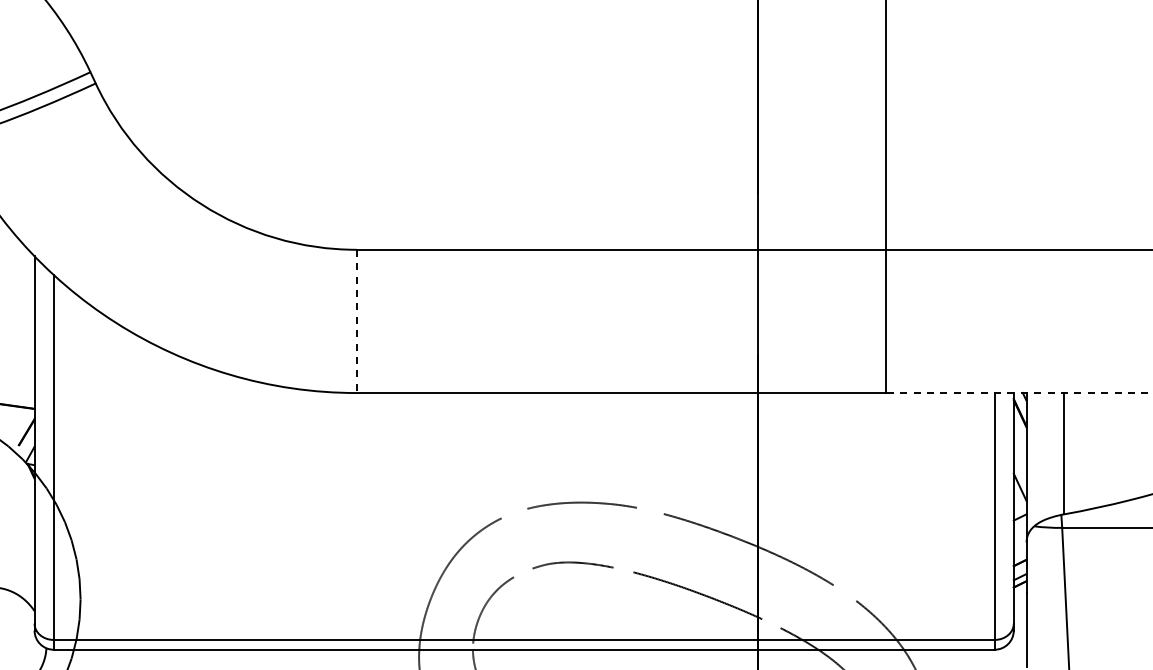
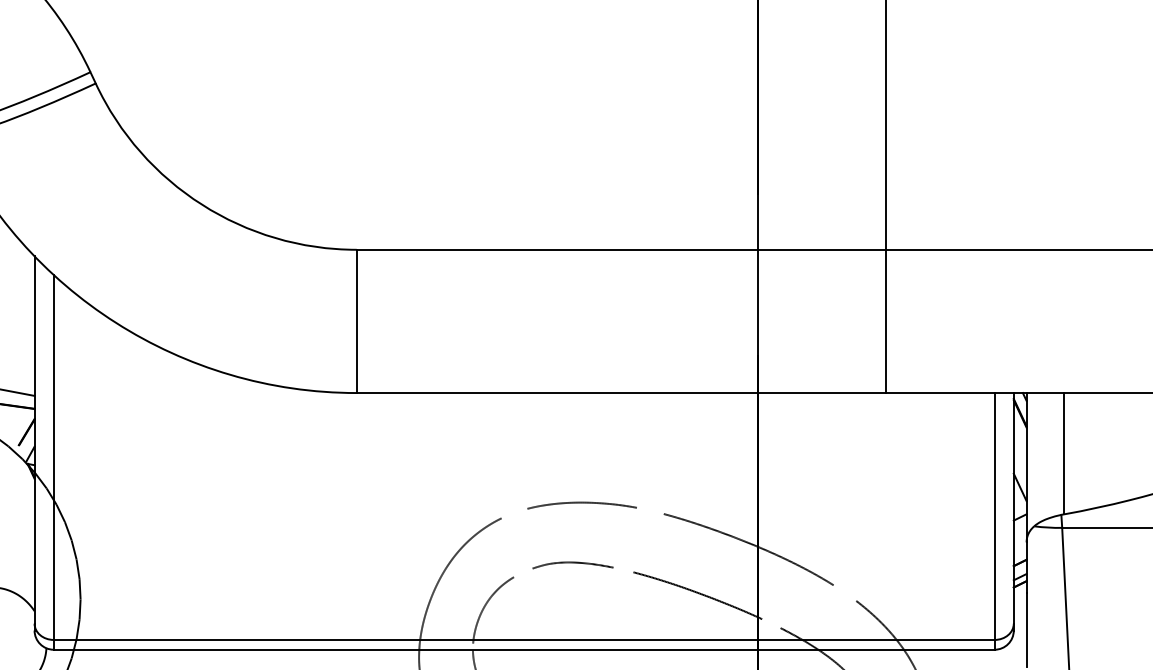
line at (356, 321): dashed -> solid
line at (18, 392): none -> present
line at (1018, 393): dashed -> solid
